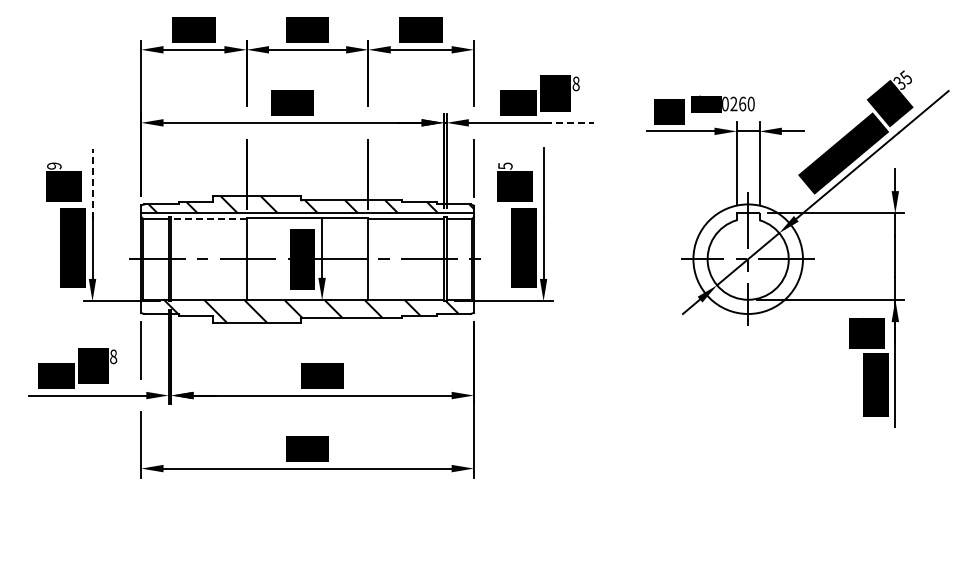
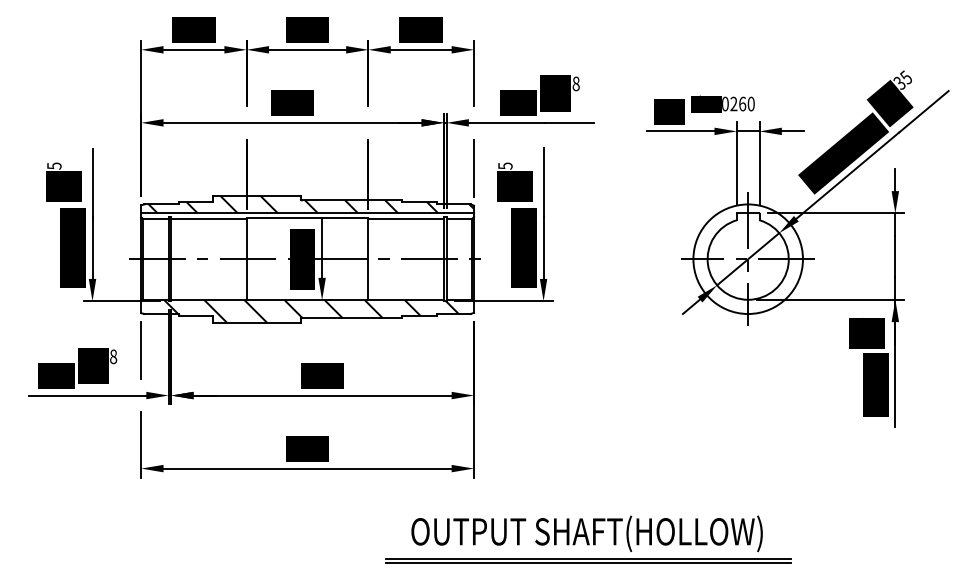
line at (569, 122): dashed -> solid
text at (54, 165): +0.49 -> +0.35
line at (92, 183): dashed -> solid
line at (209, 218): dashed -> solid
part at (588, 539): none -> present
